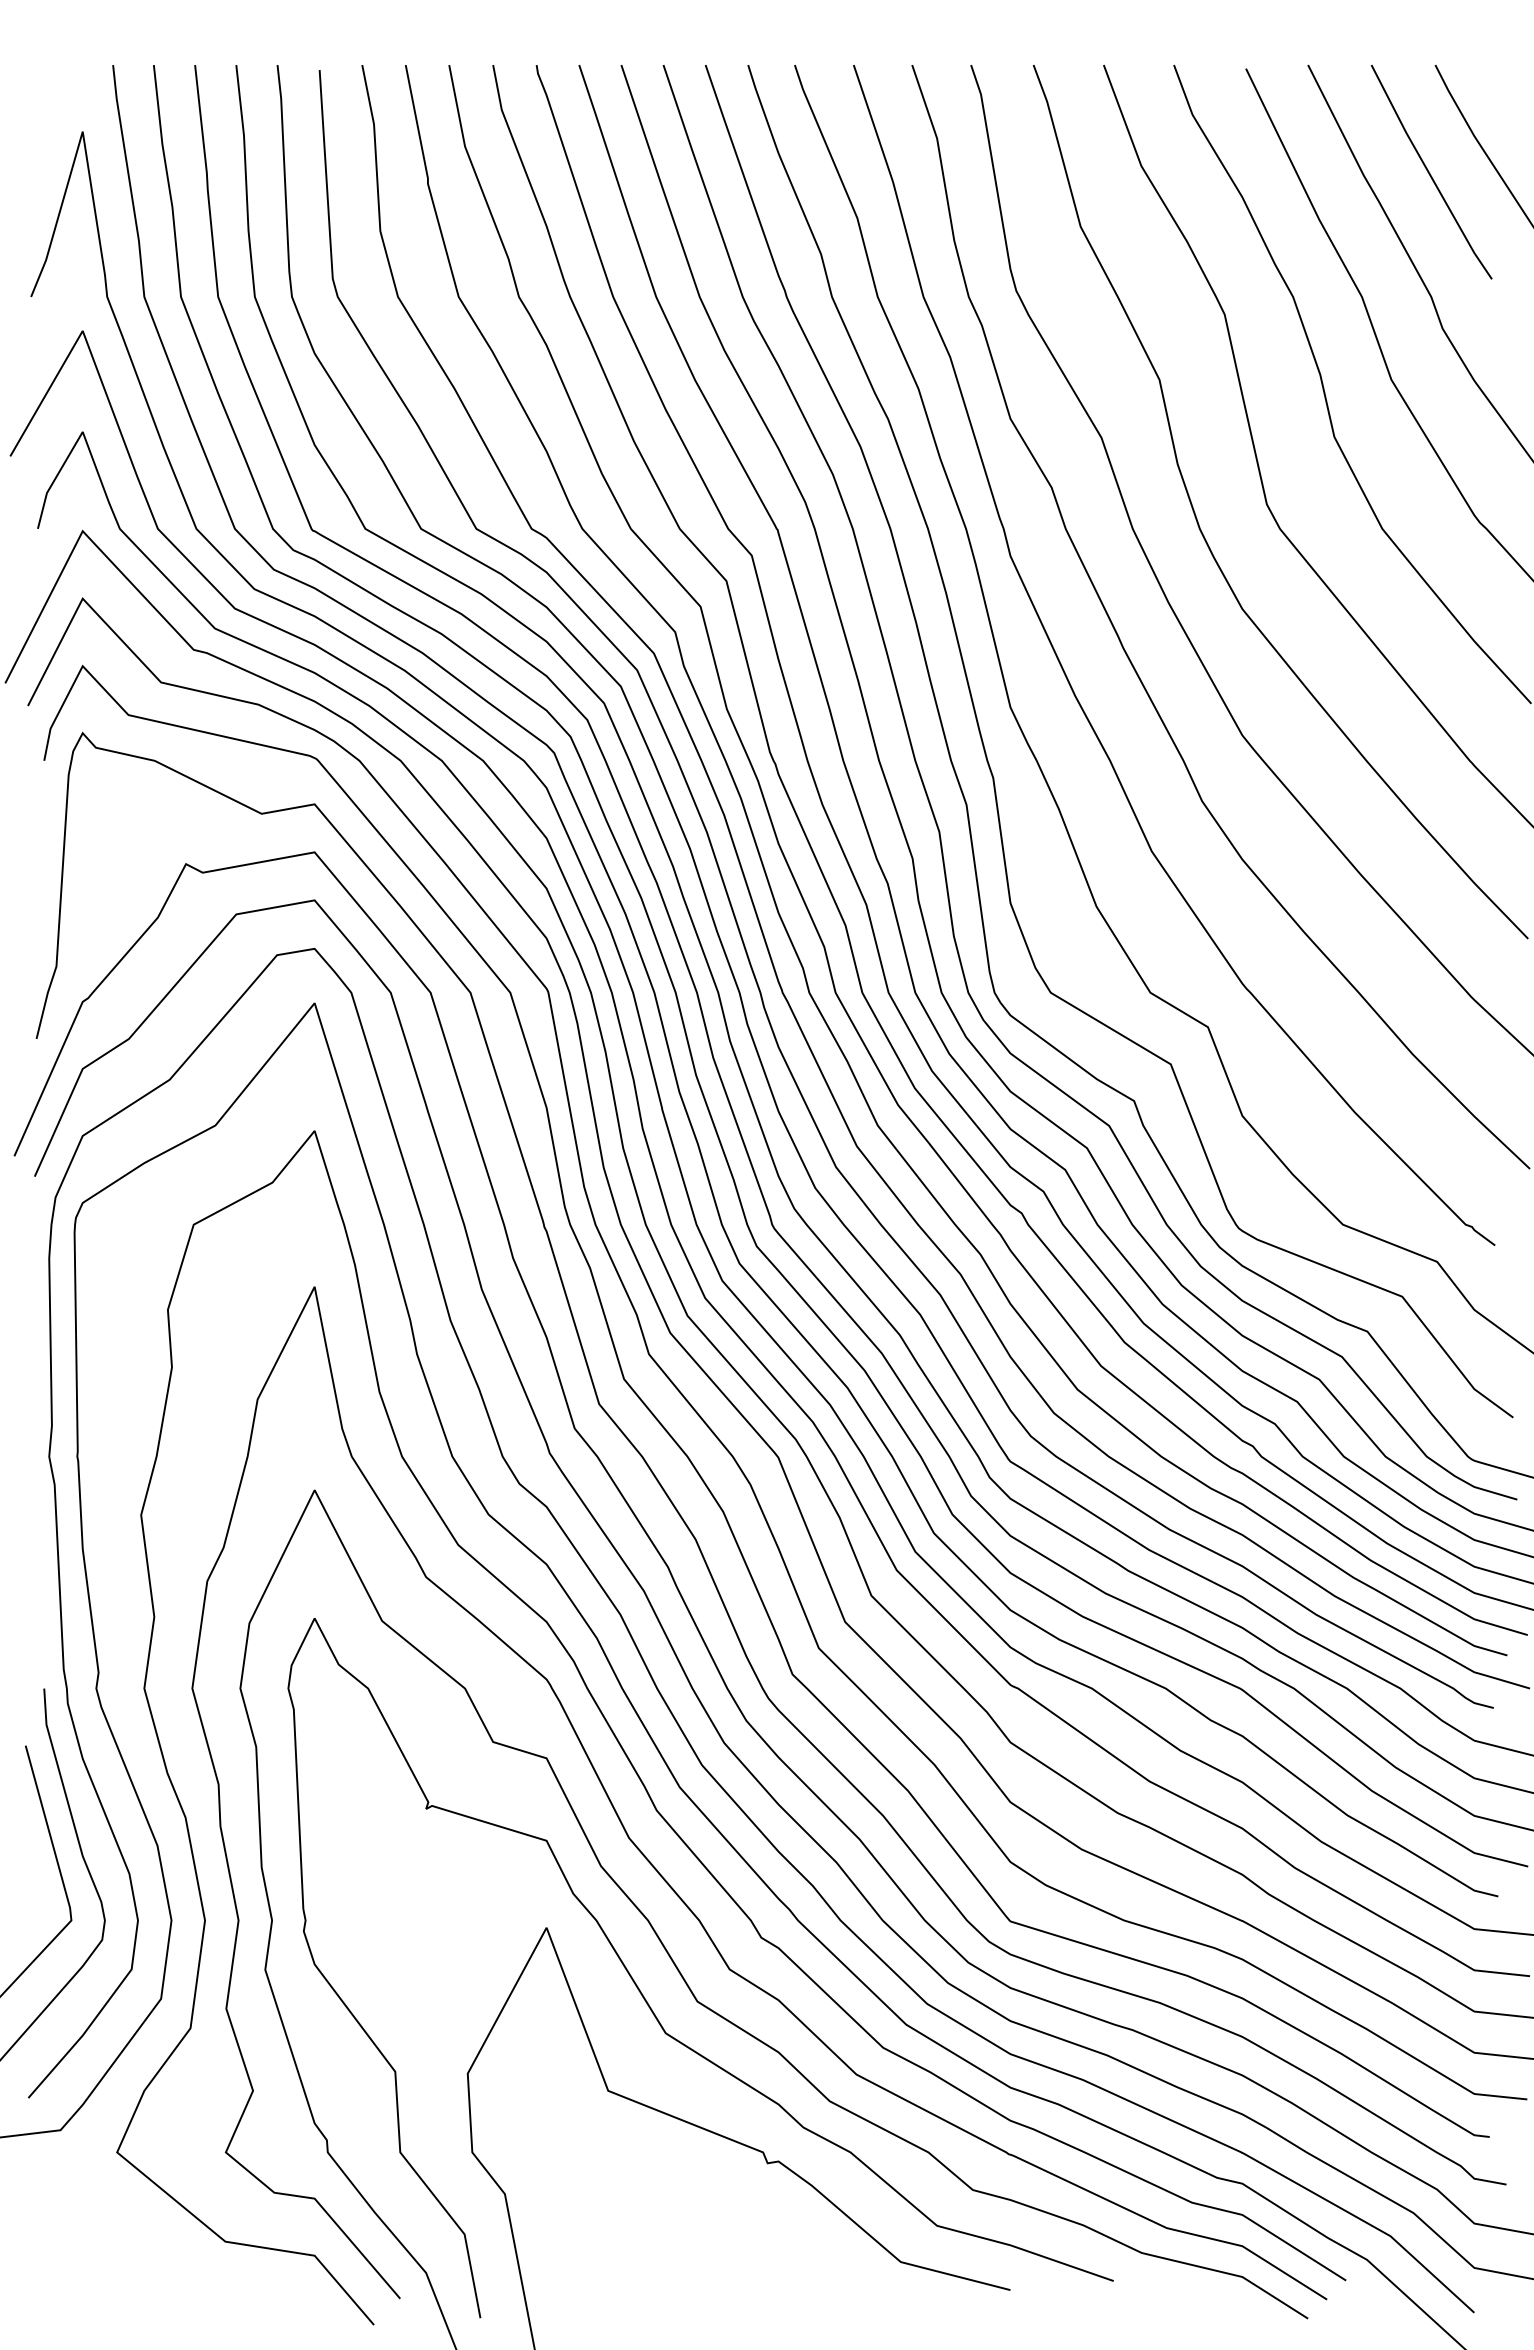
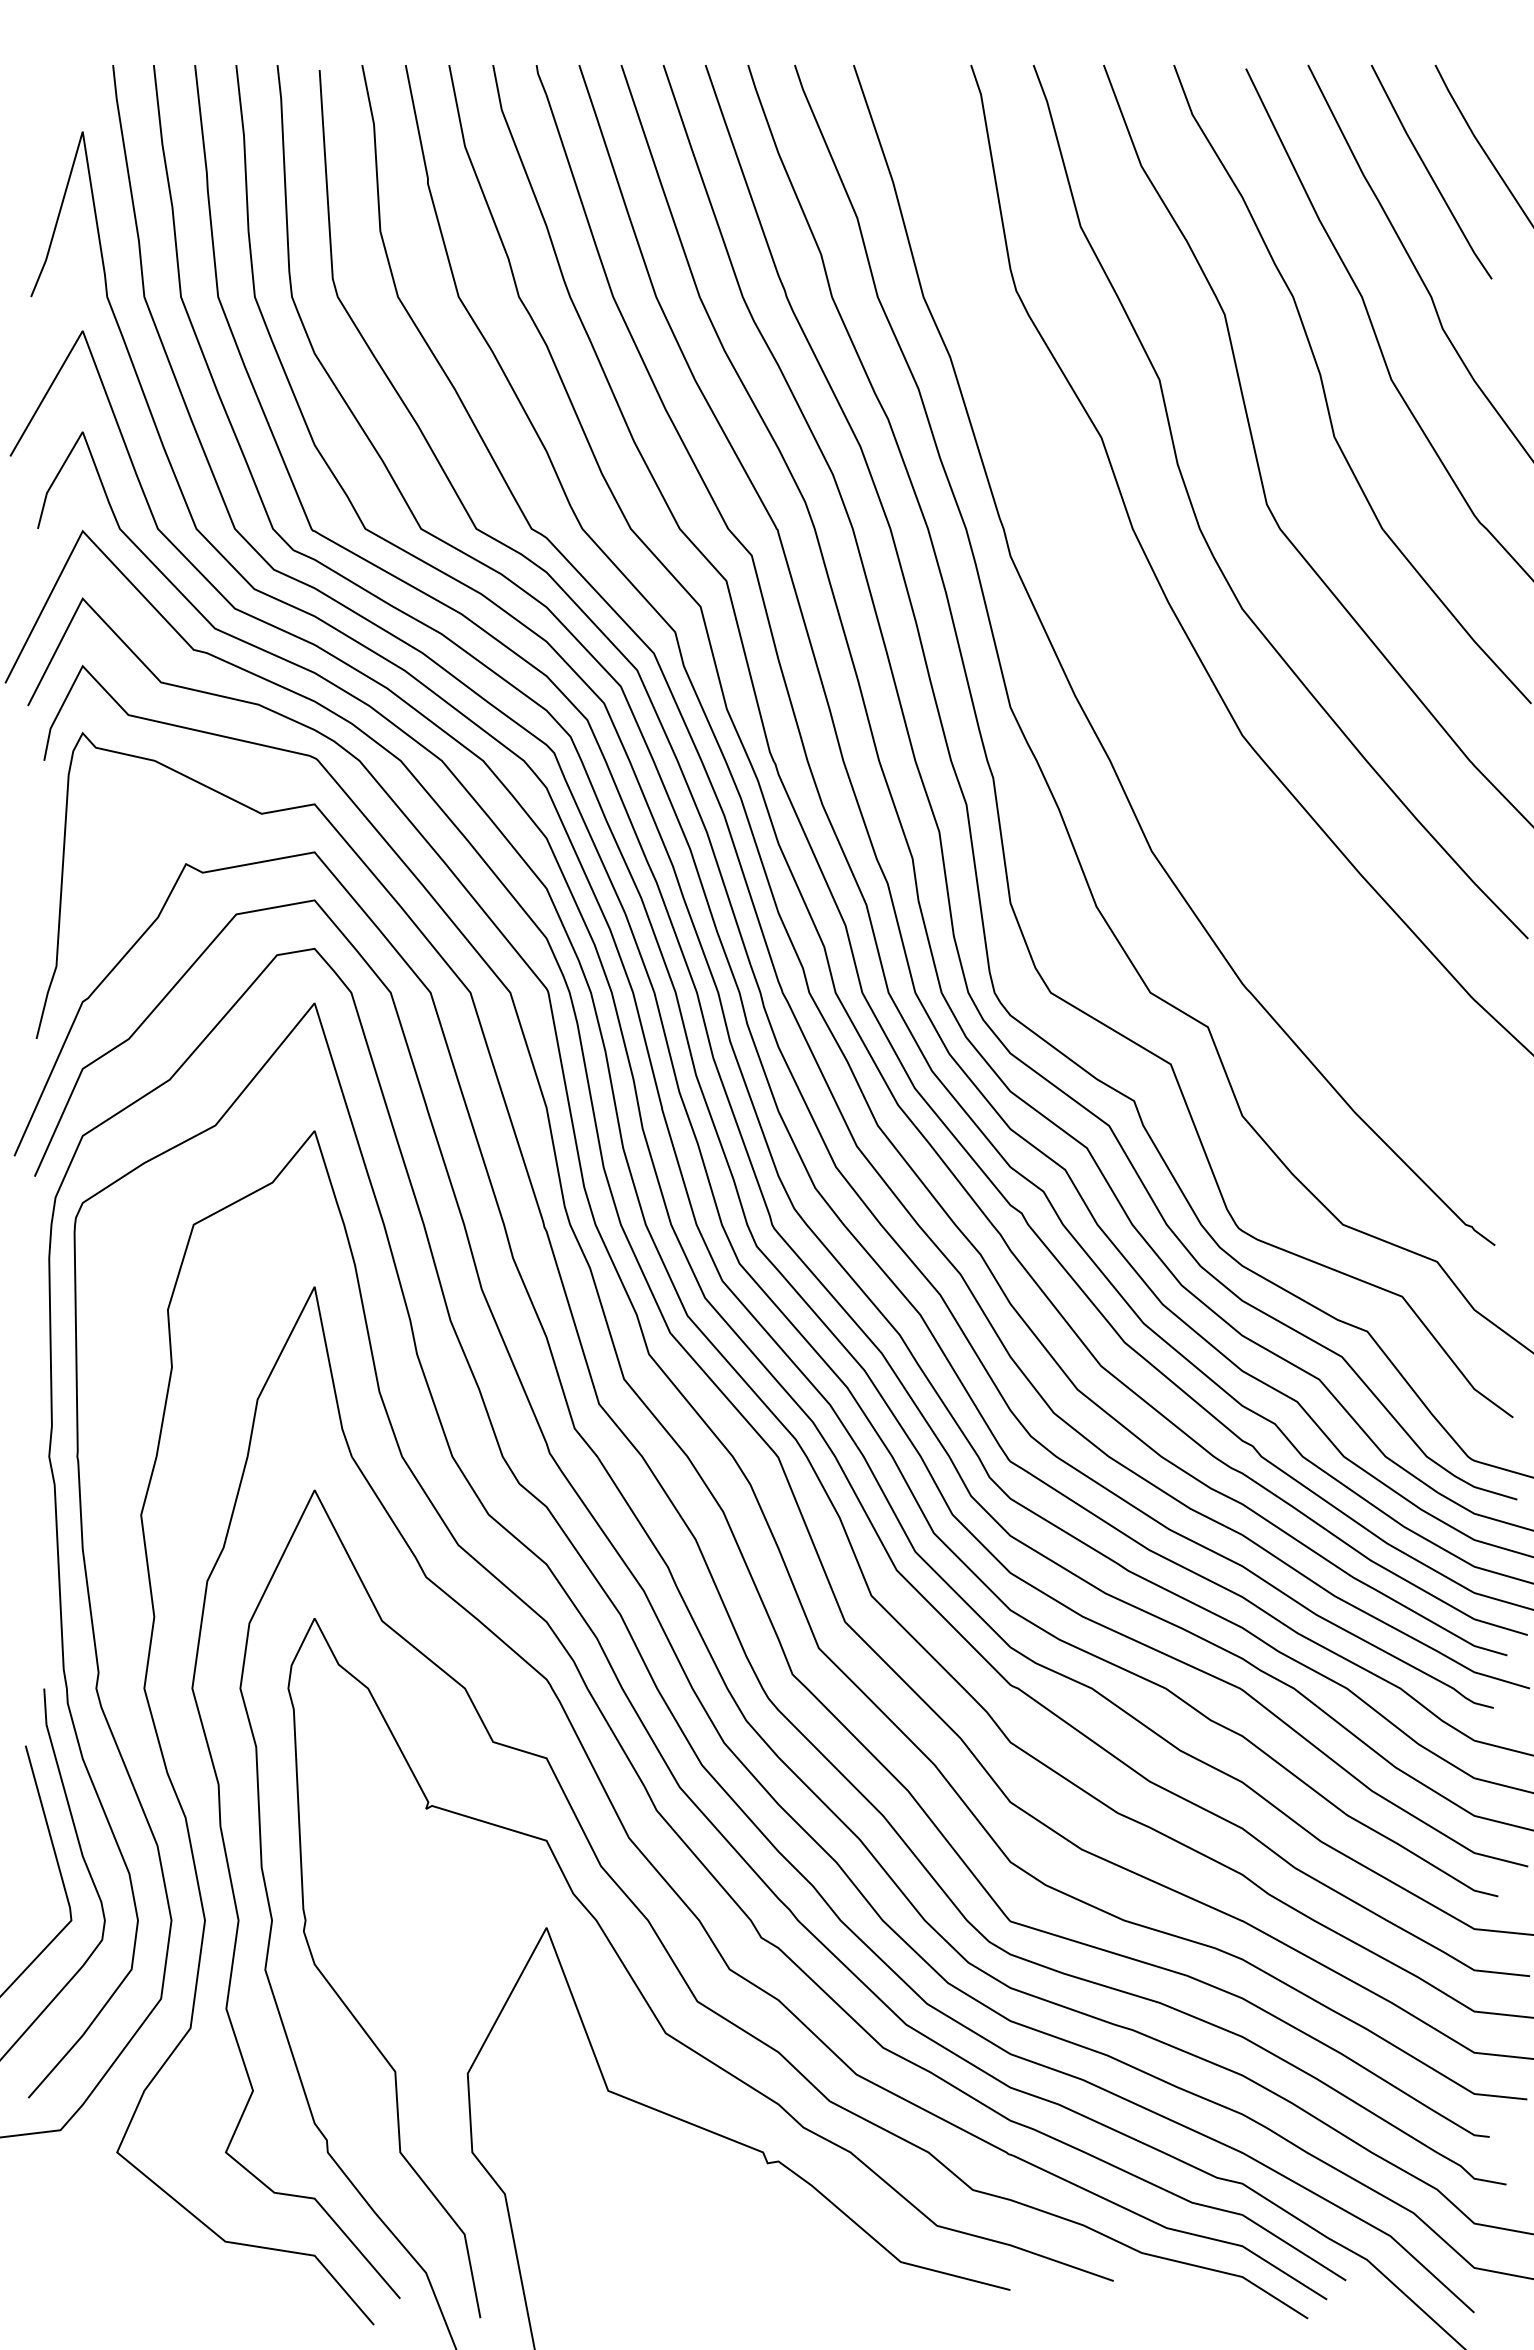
curve at (1133, 664): present -> none
